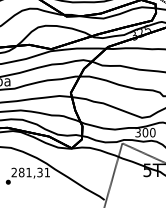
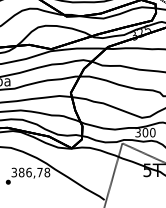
text at (30, 172): 281,31 -> 386,78
